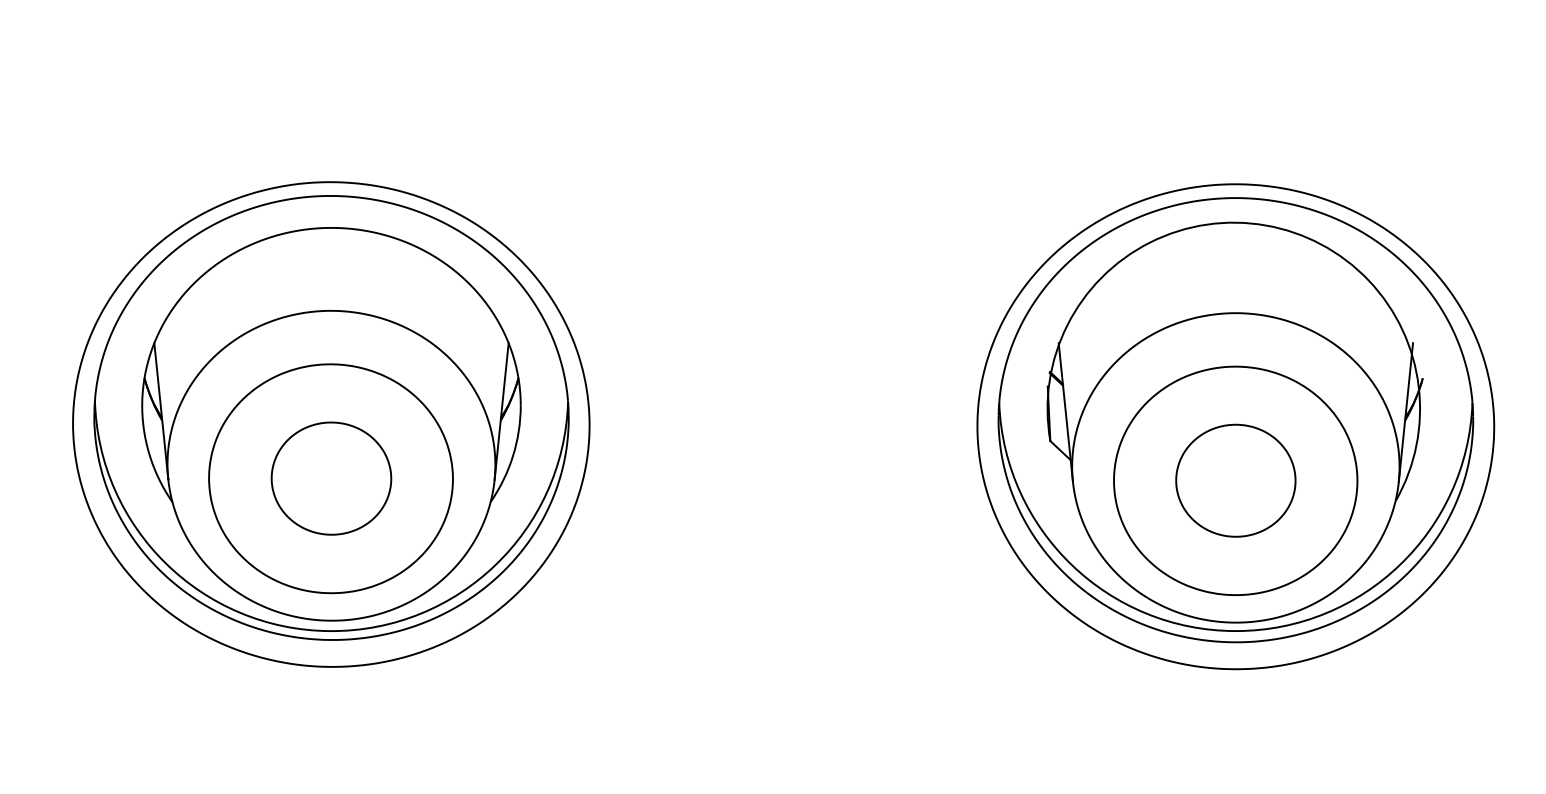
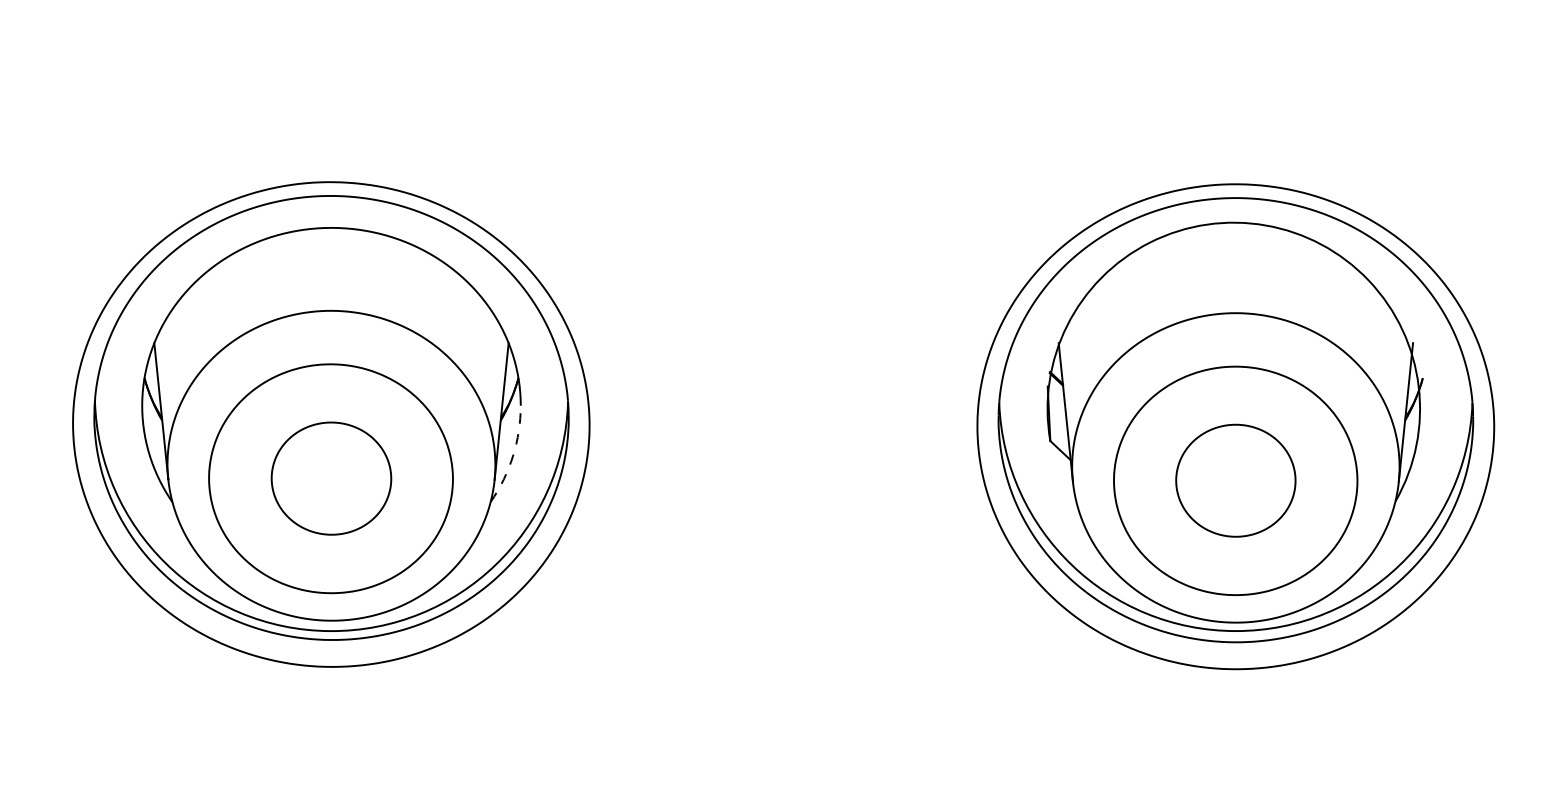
arc at (513, 456): solid -> dashed
